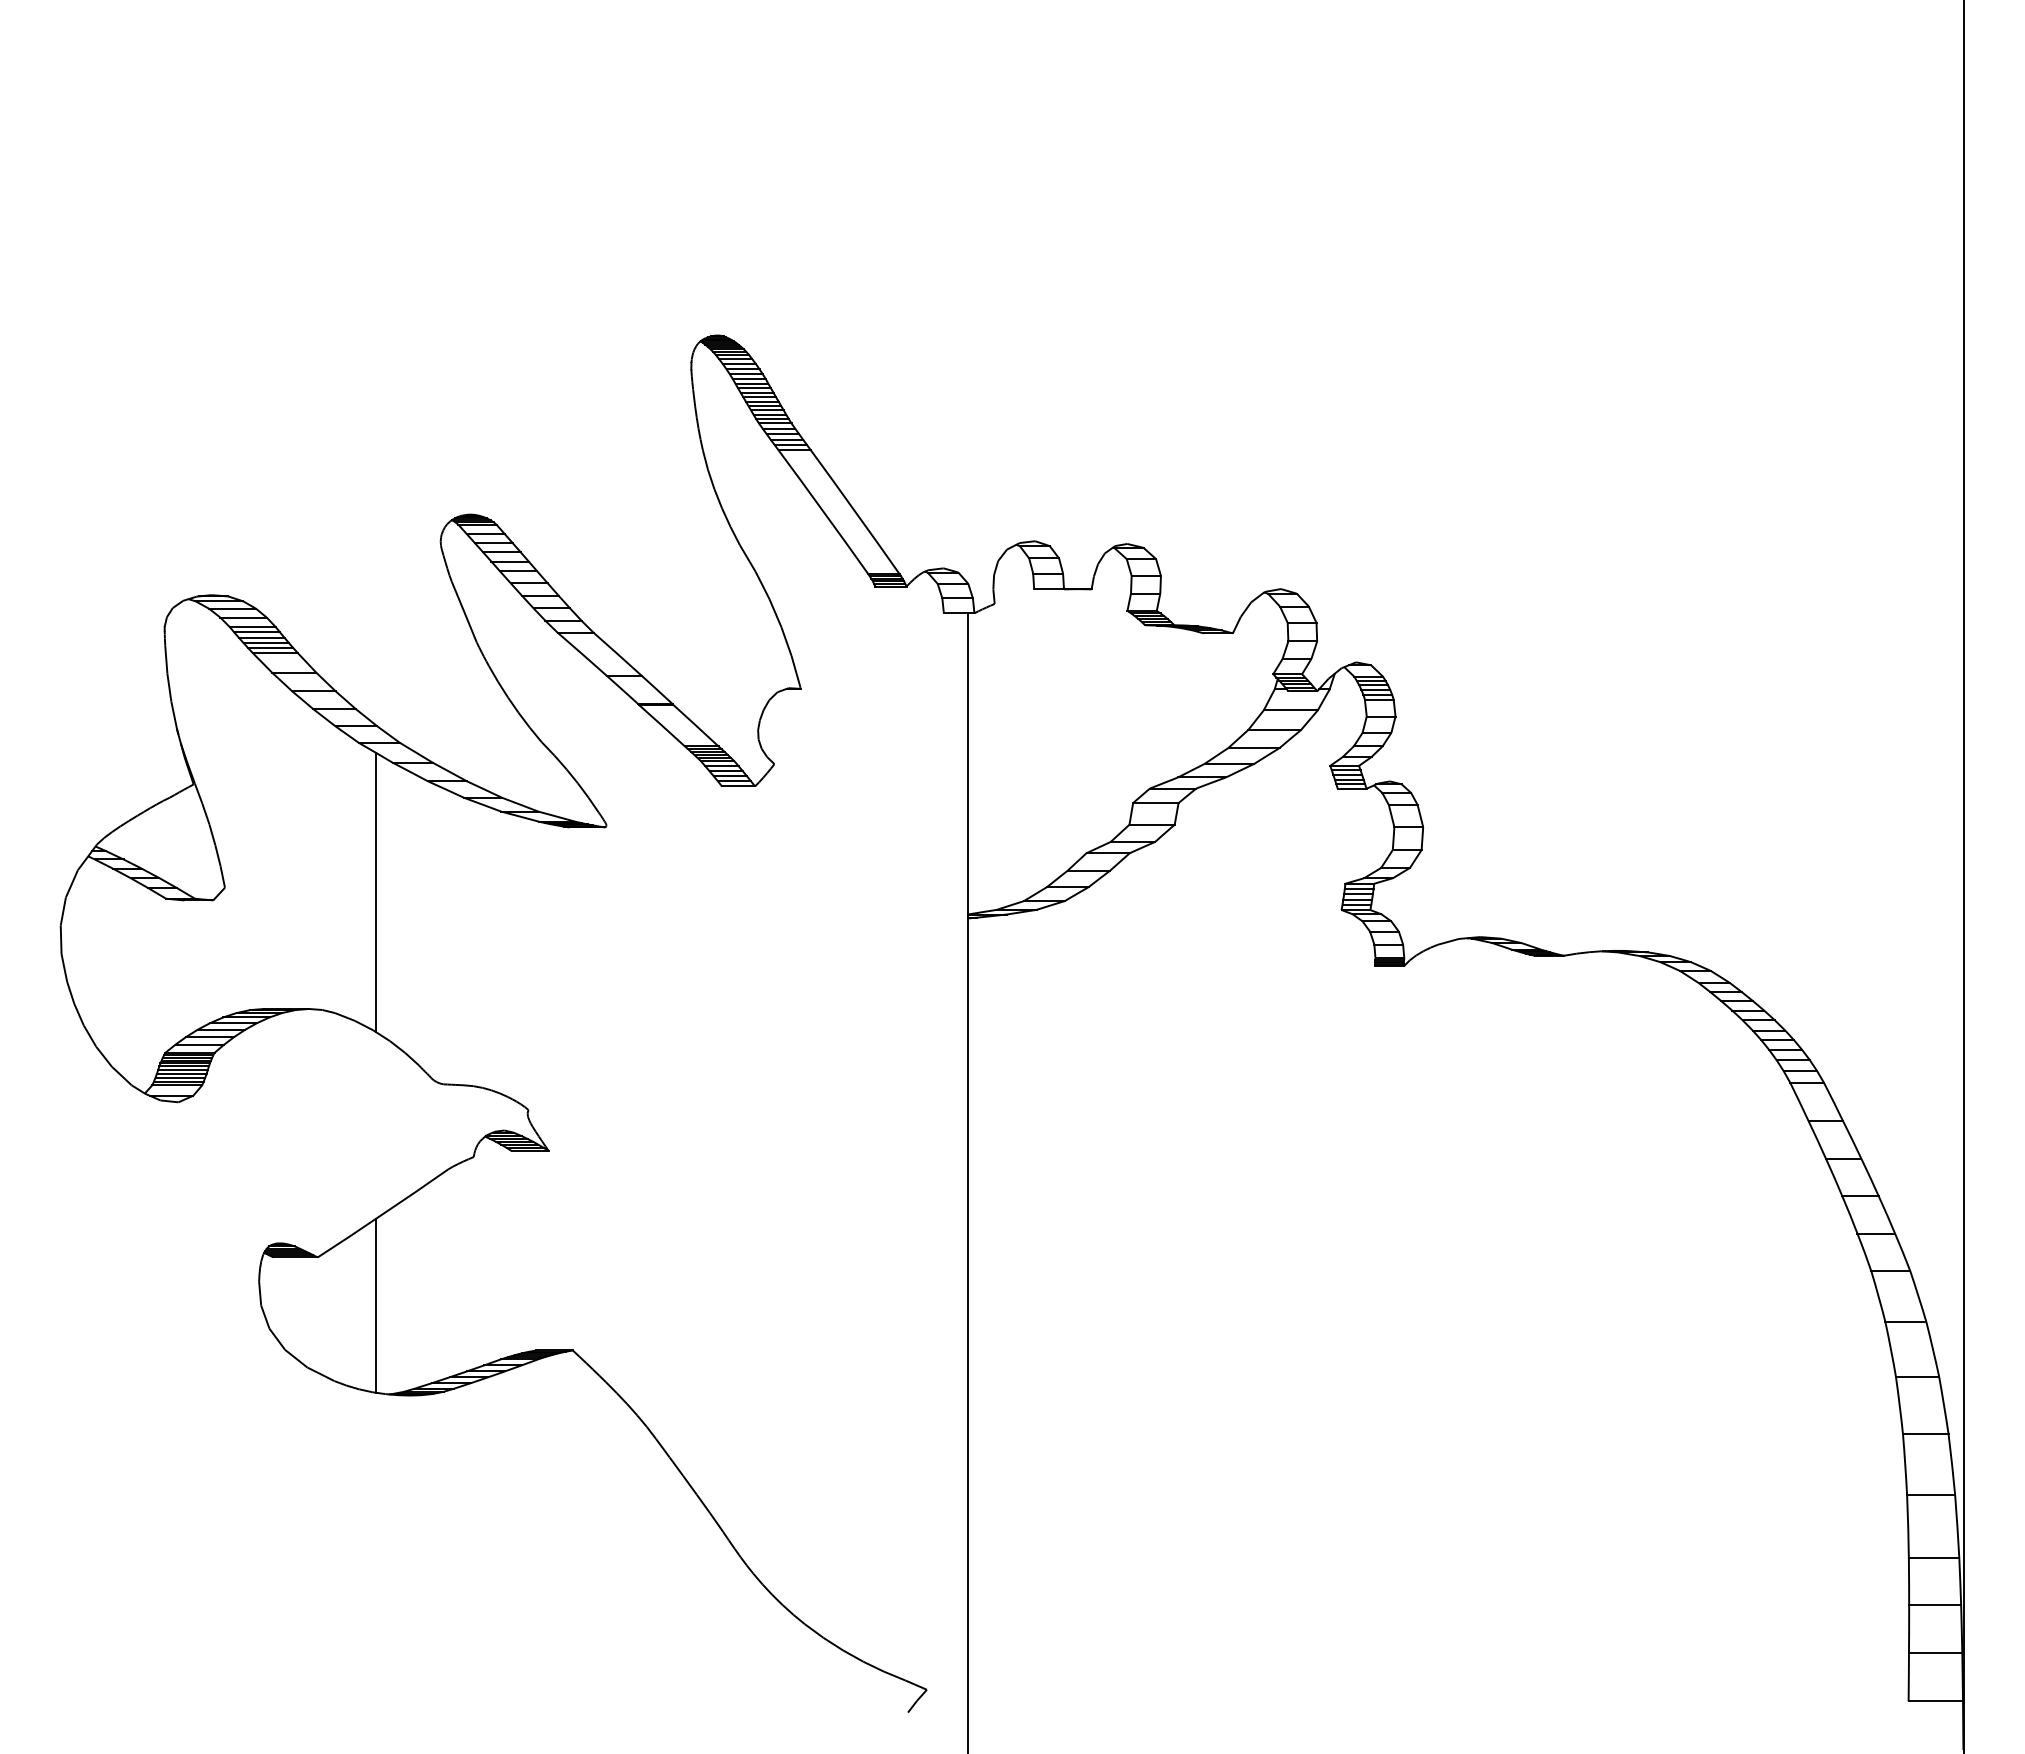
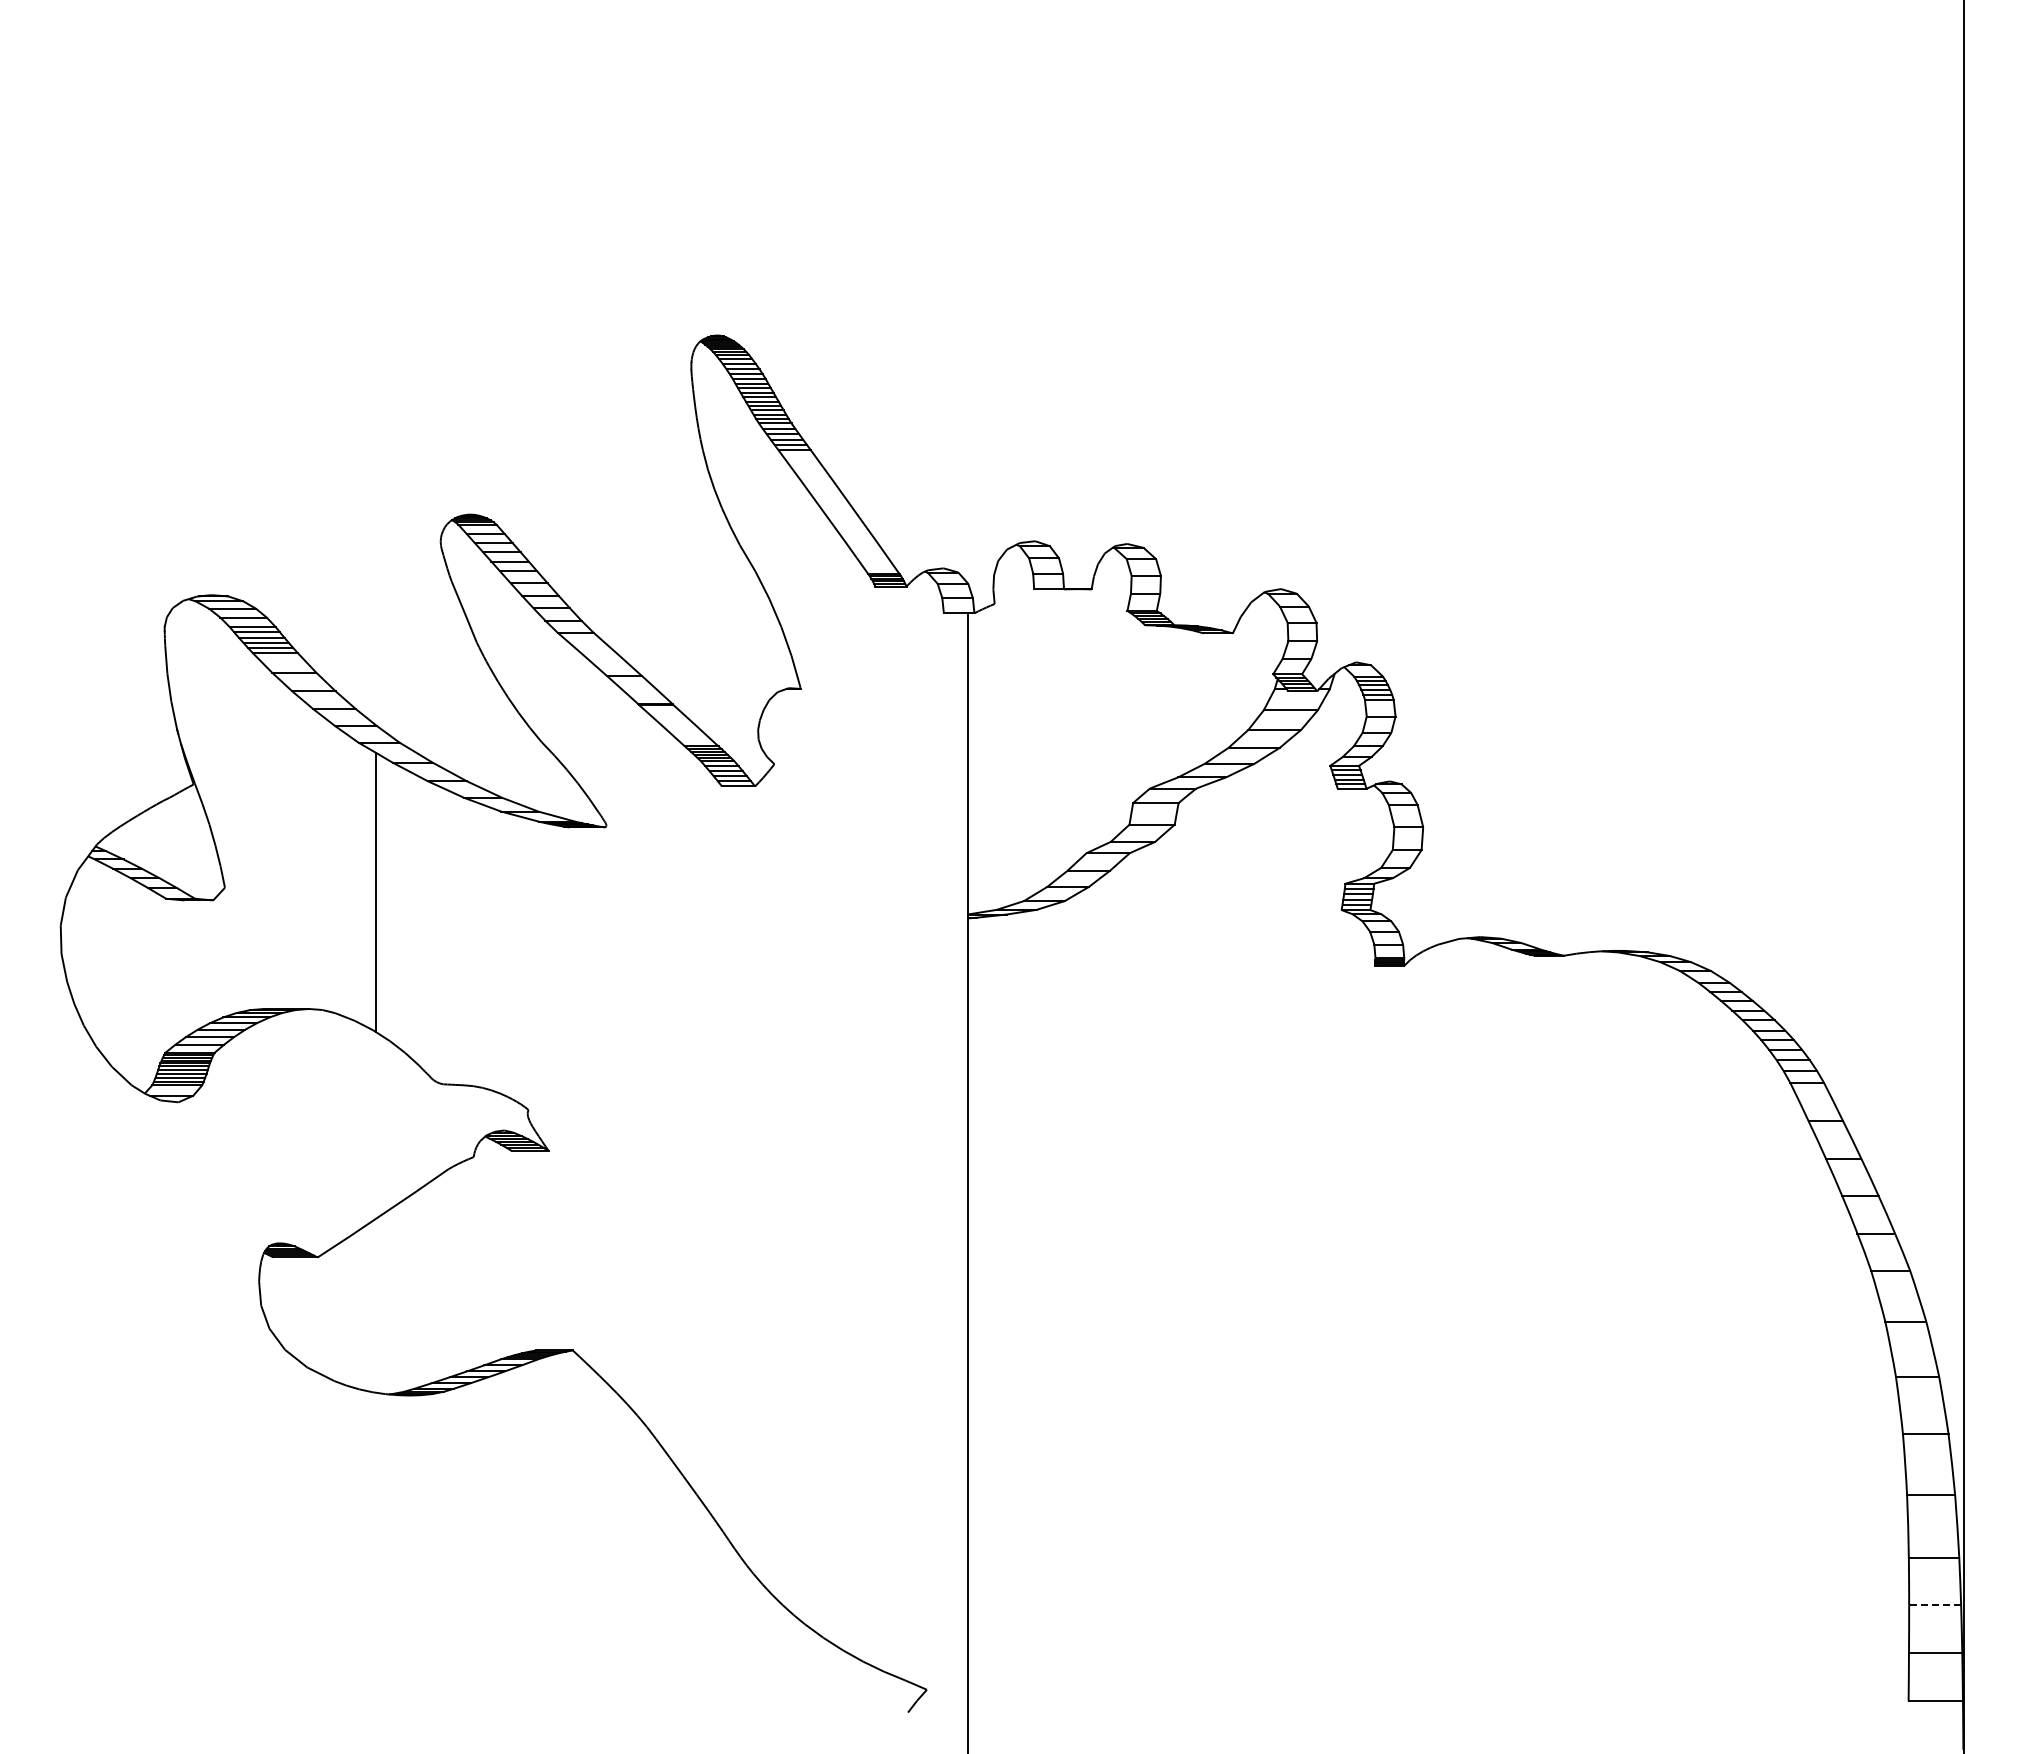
line at (375, 1305): present -> none
line at (1935, 1605): solid -> dashed
